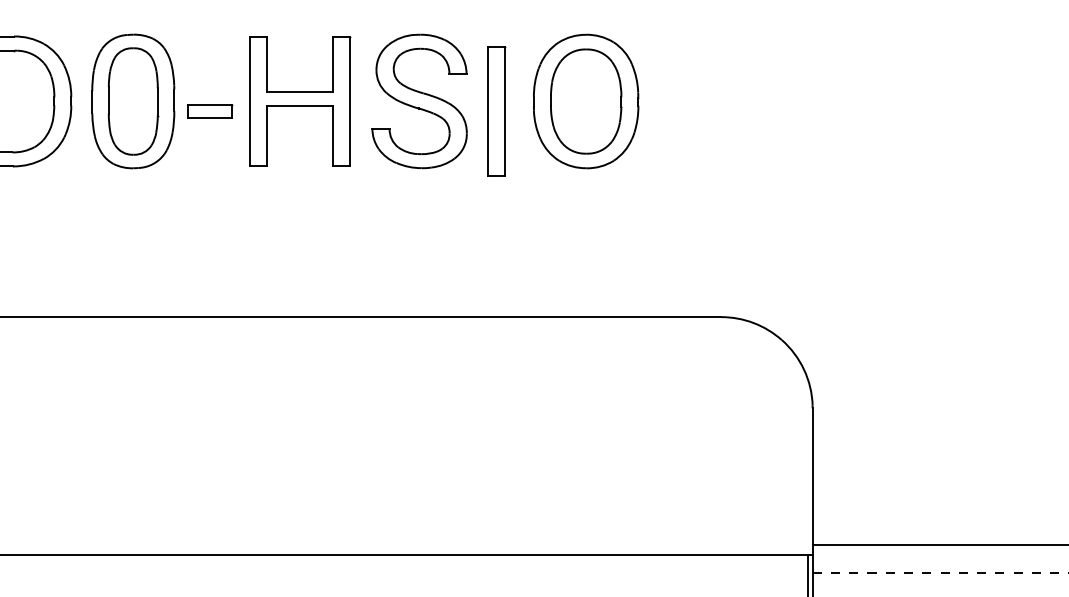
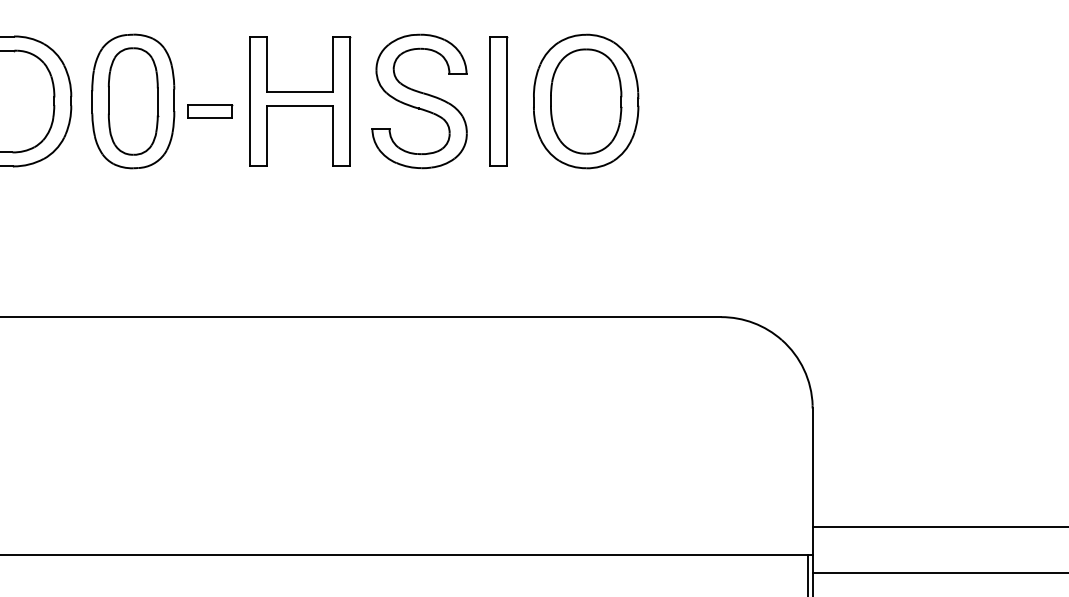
part at (496, 111) position: (496, 111) -> (498, 101)
line at (938, 545) position: (938, 545) -> (938, 527)
line at (940, 572): dashed -> solid
